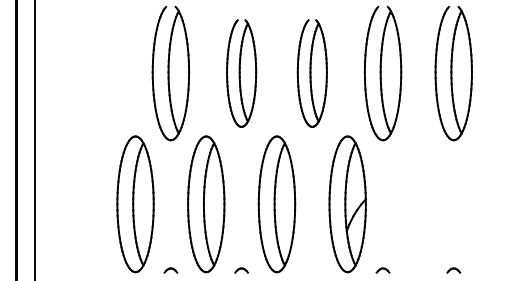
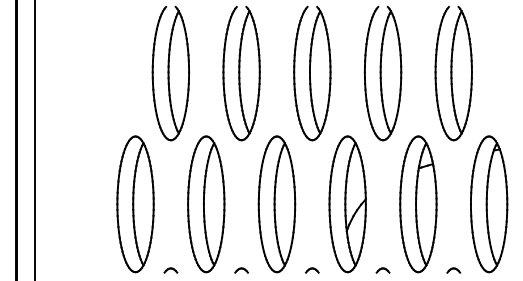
part at (241, 73) size: 32x109 px -> 39x137 px
part at (311, 73) size: 32x109 px -> 39x137 px
part at (418, 204): none -> present
part at (489, 204): none -> present
part at (312, 270): none -> present
